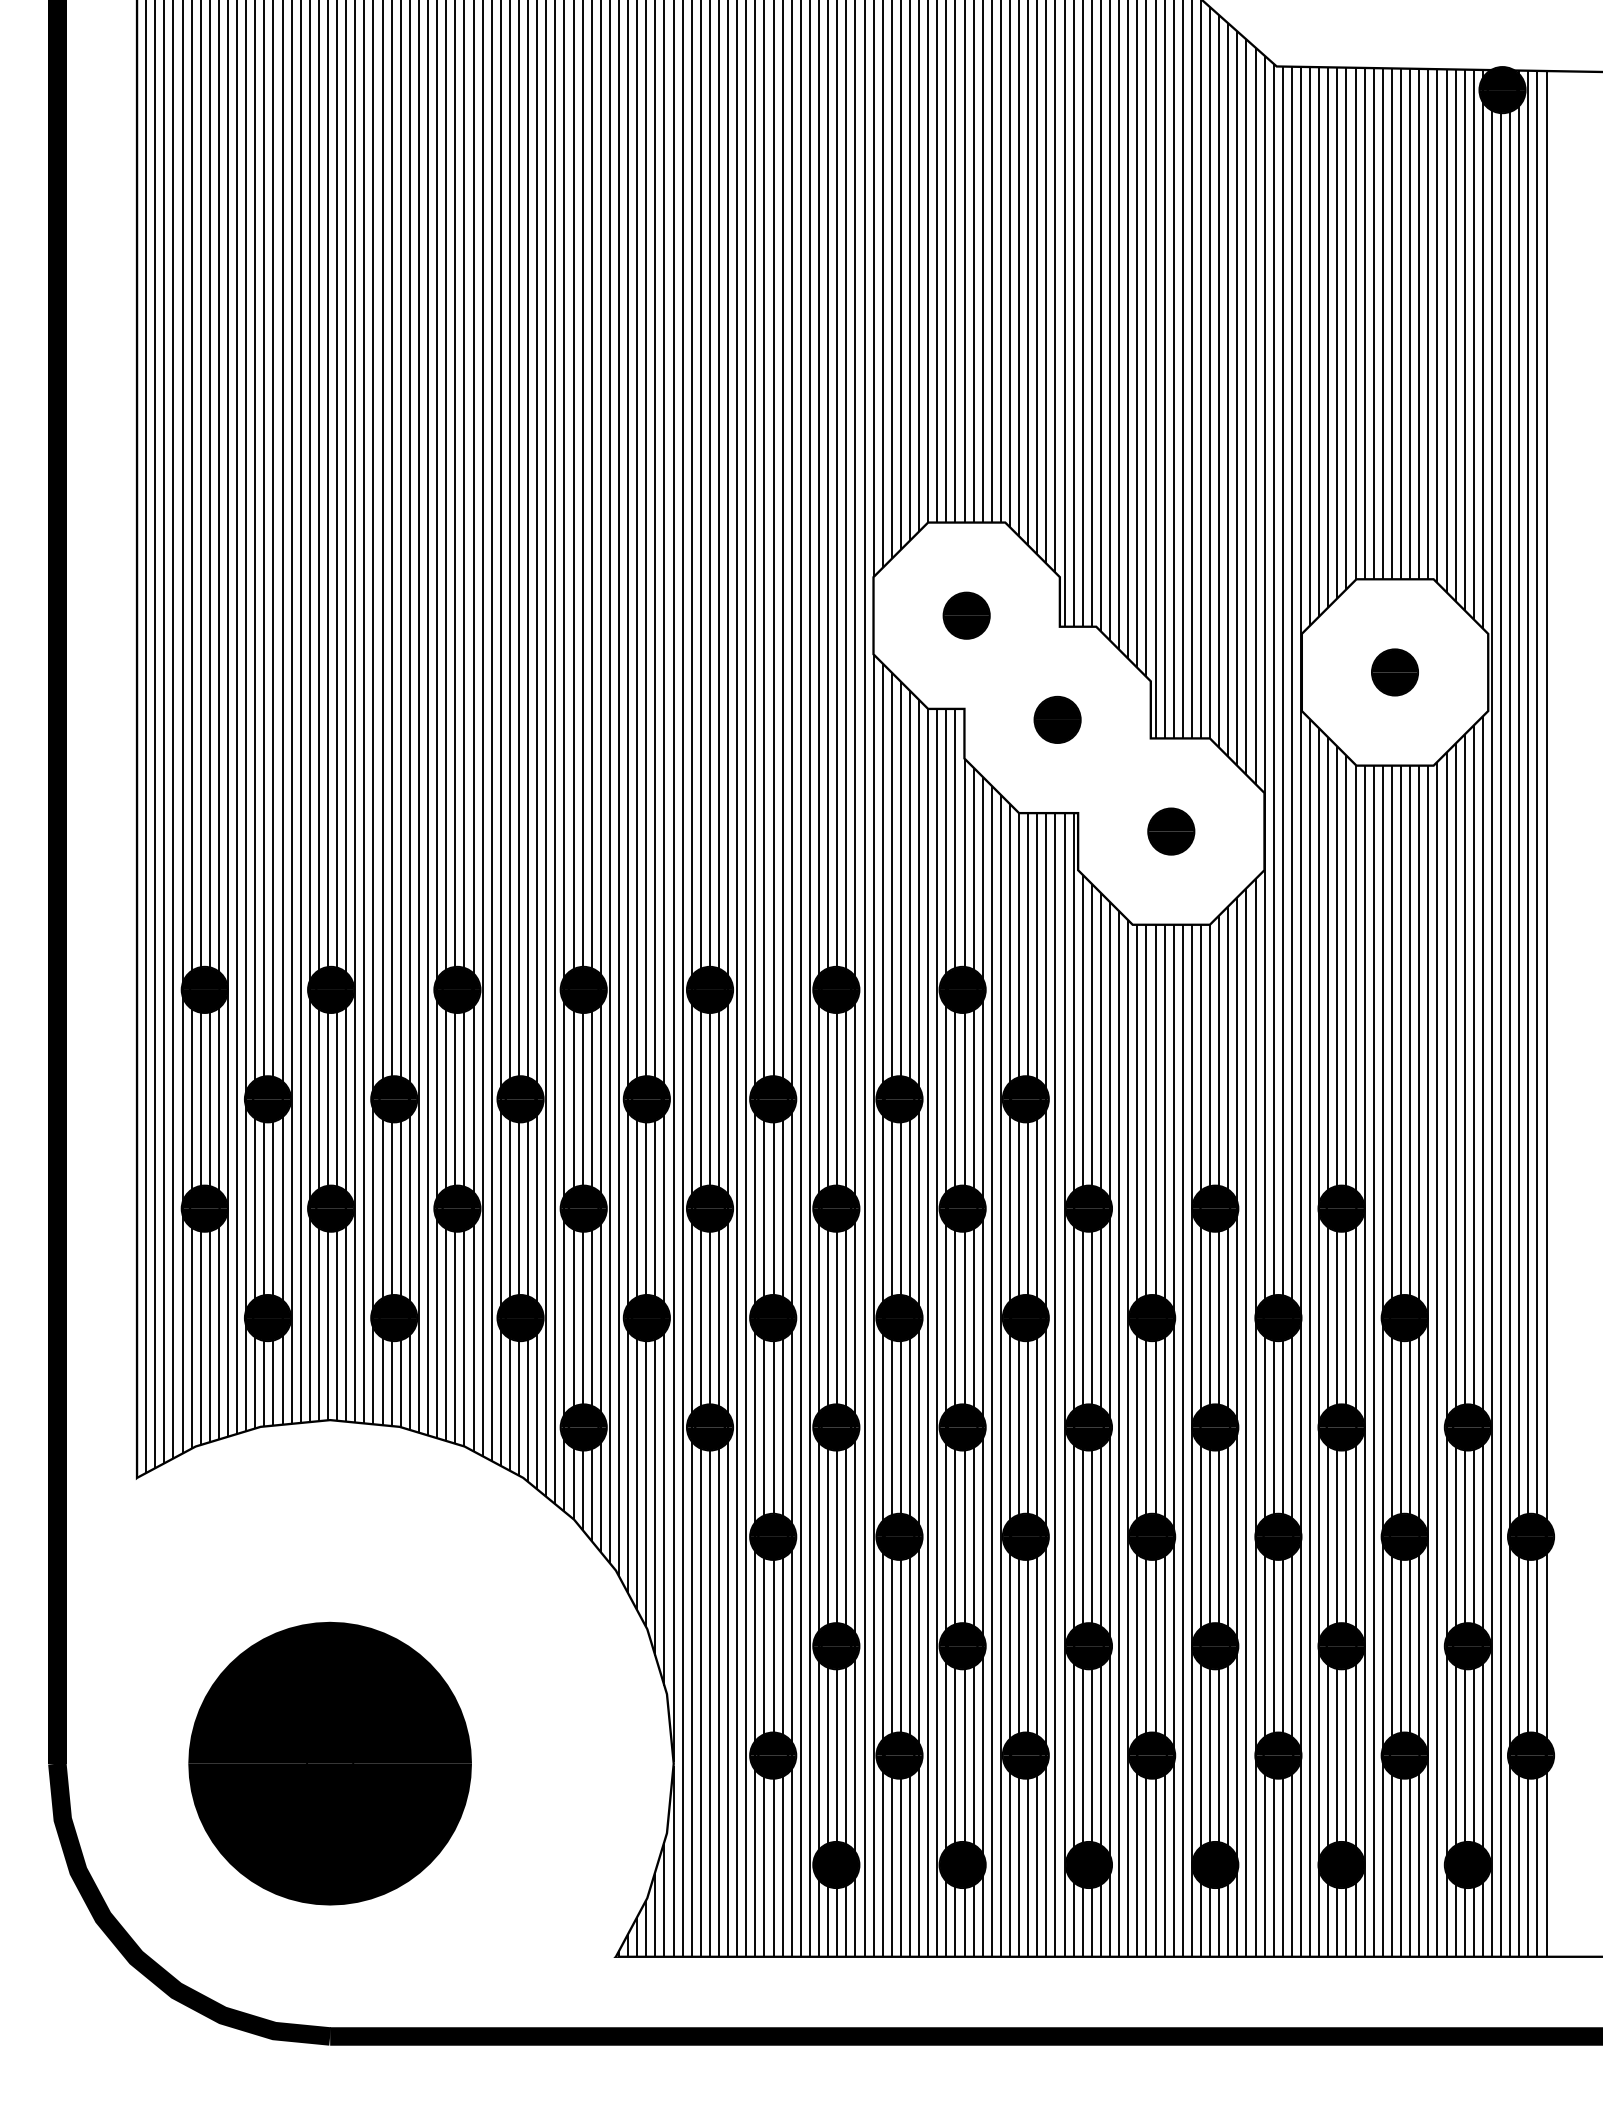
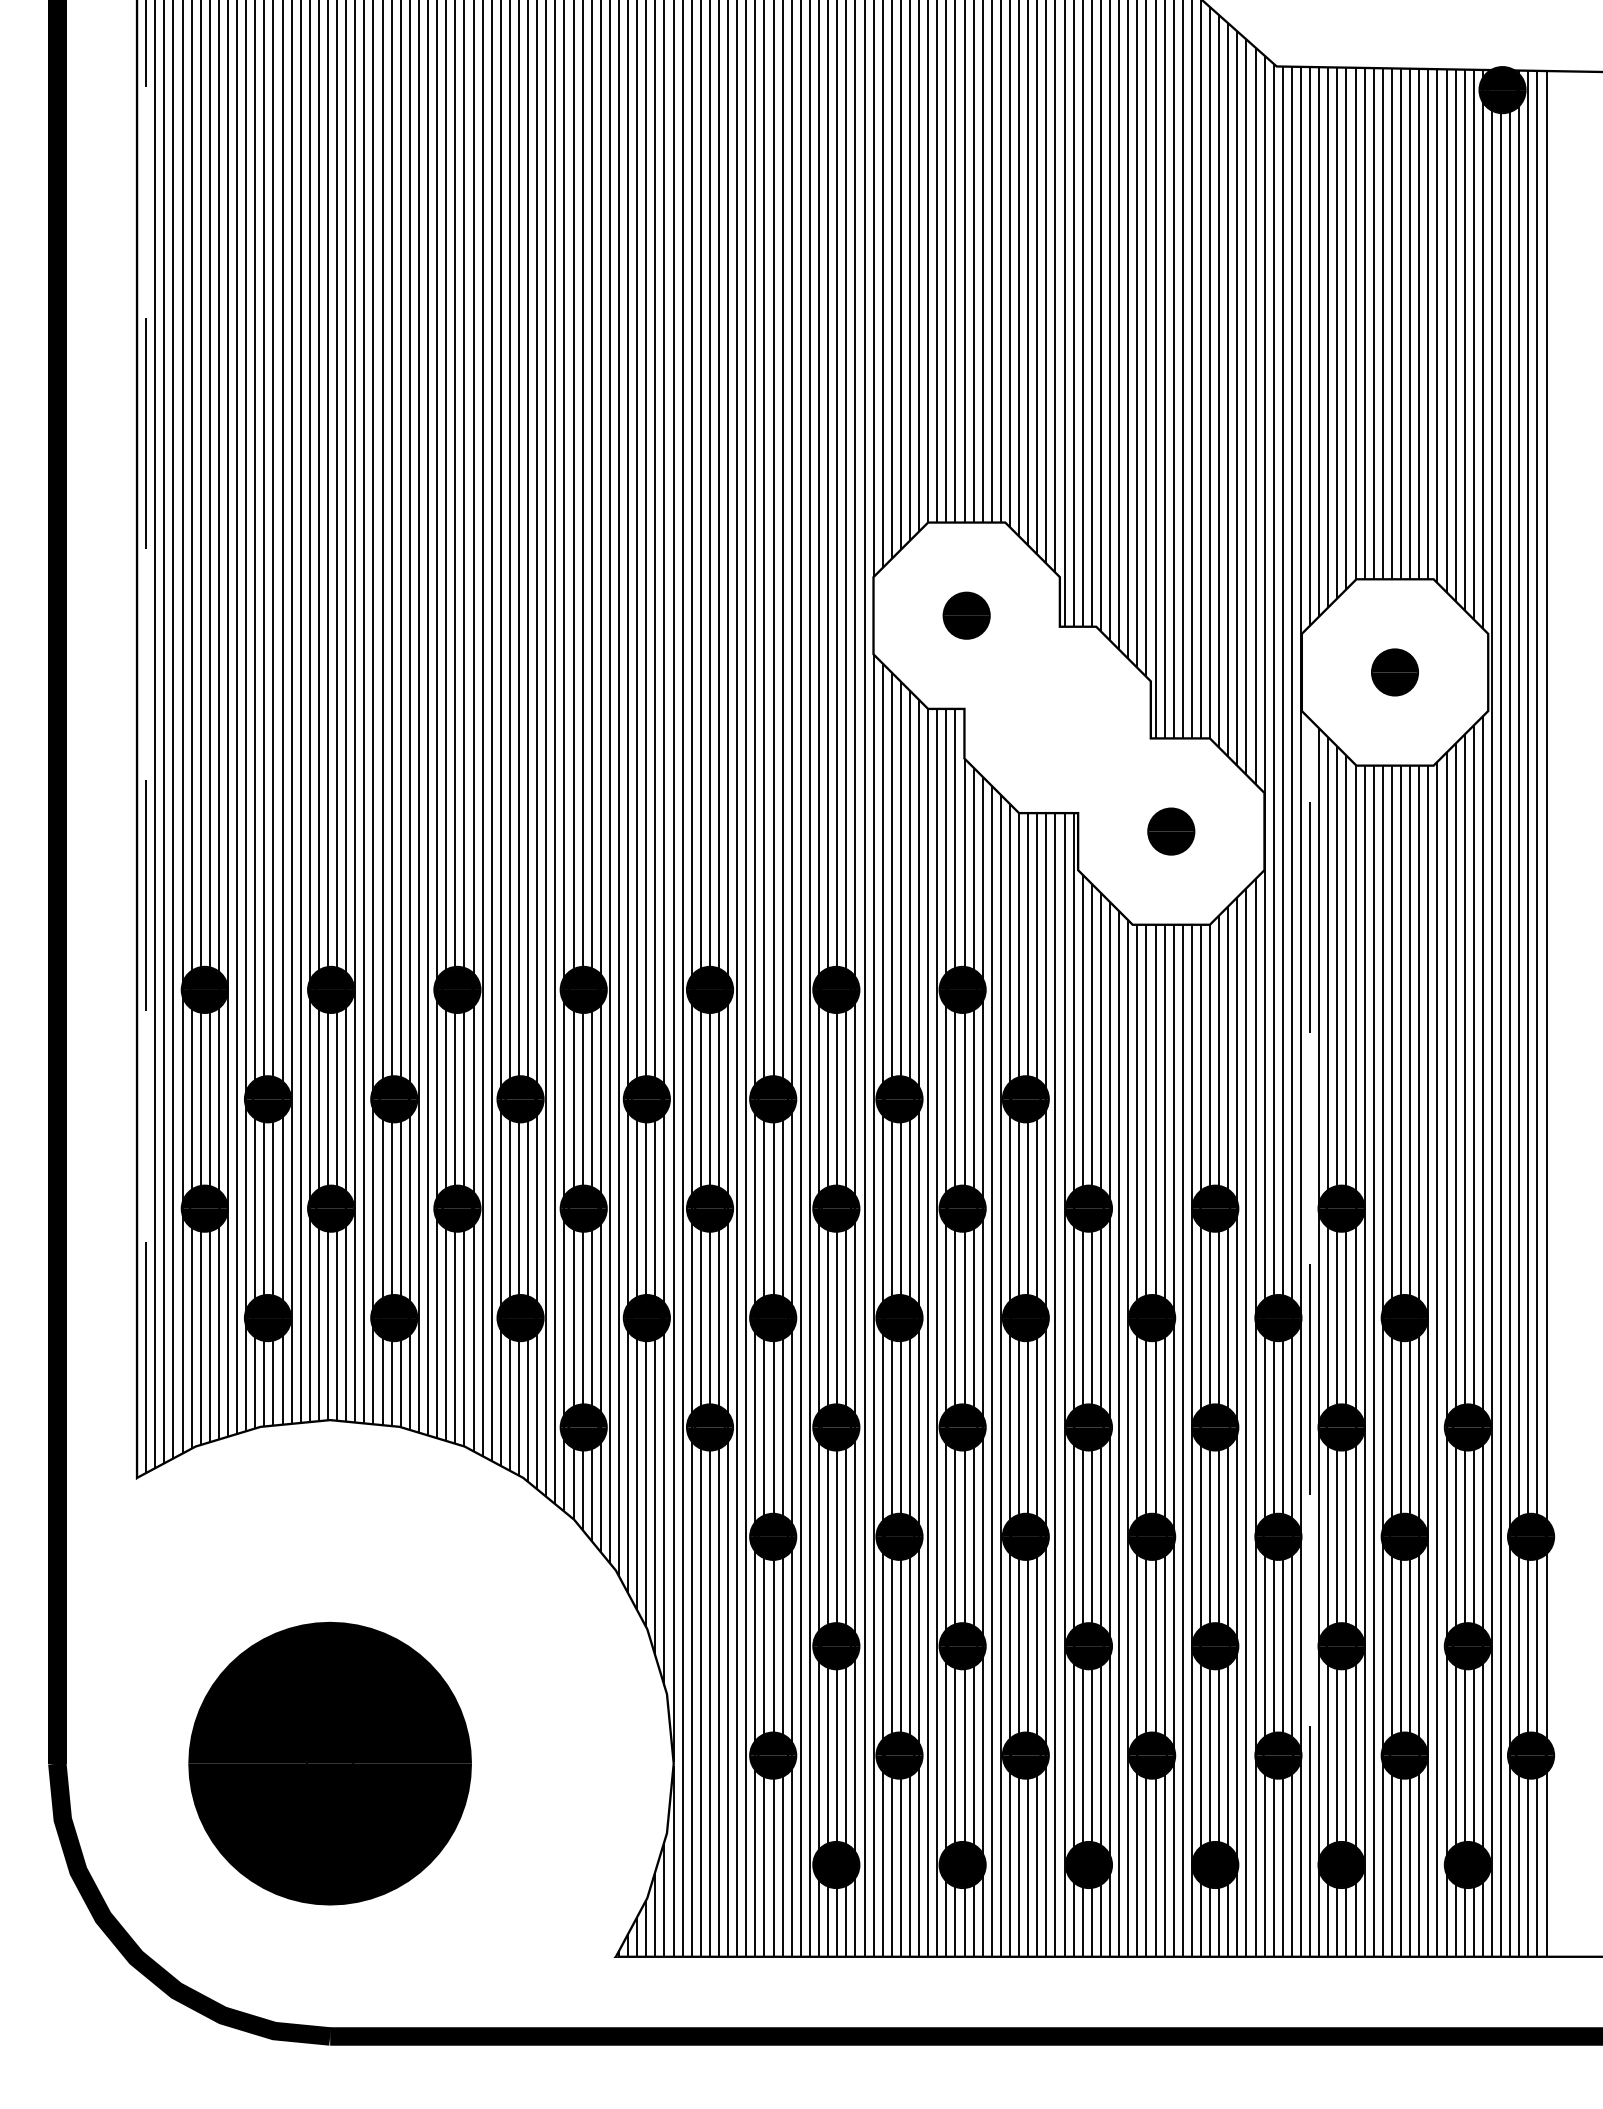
part at (1057, 719): present -> none
line at (146, 736): solid -> dashed
line at (1310, 1338): solid -> dashed
